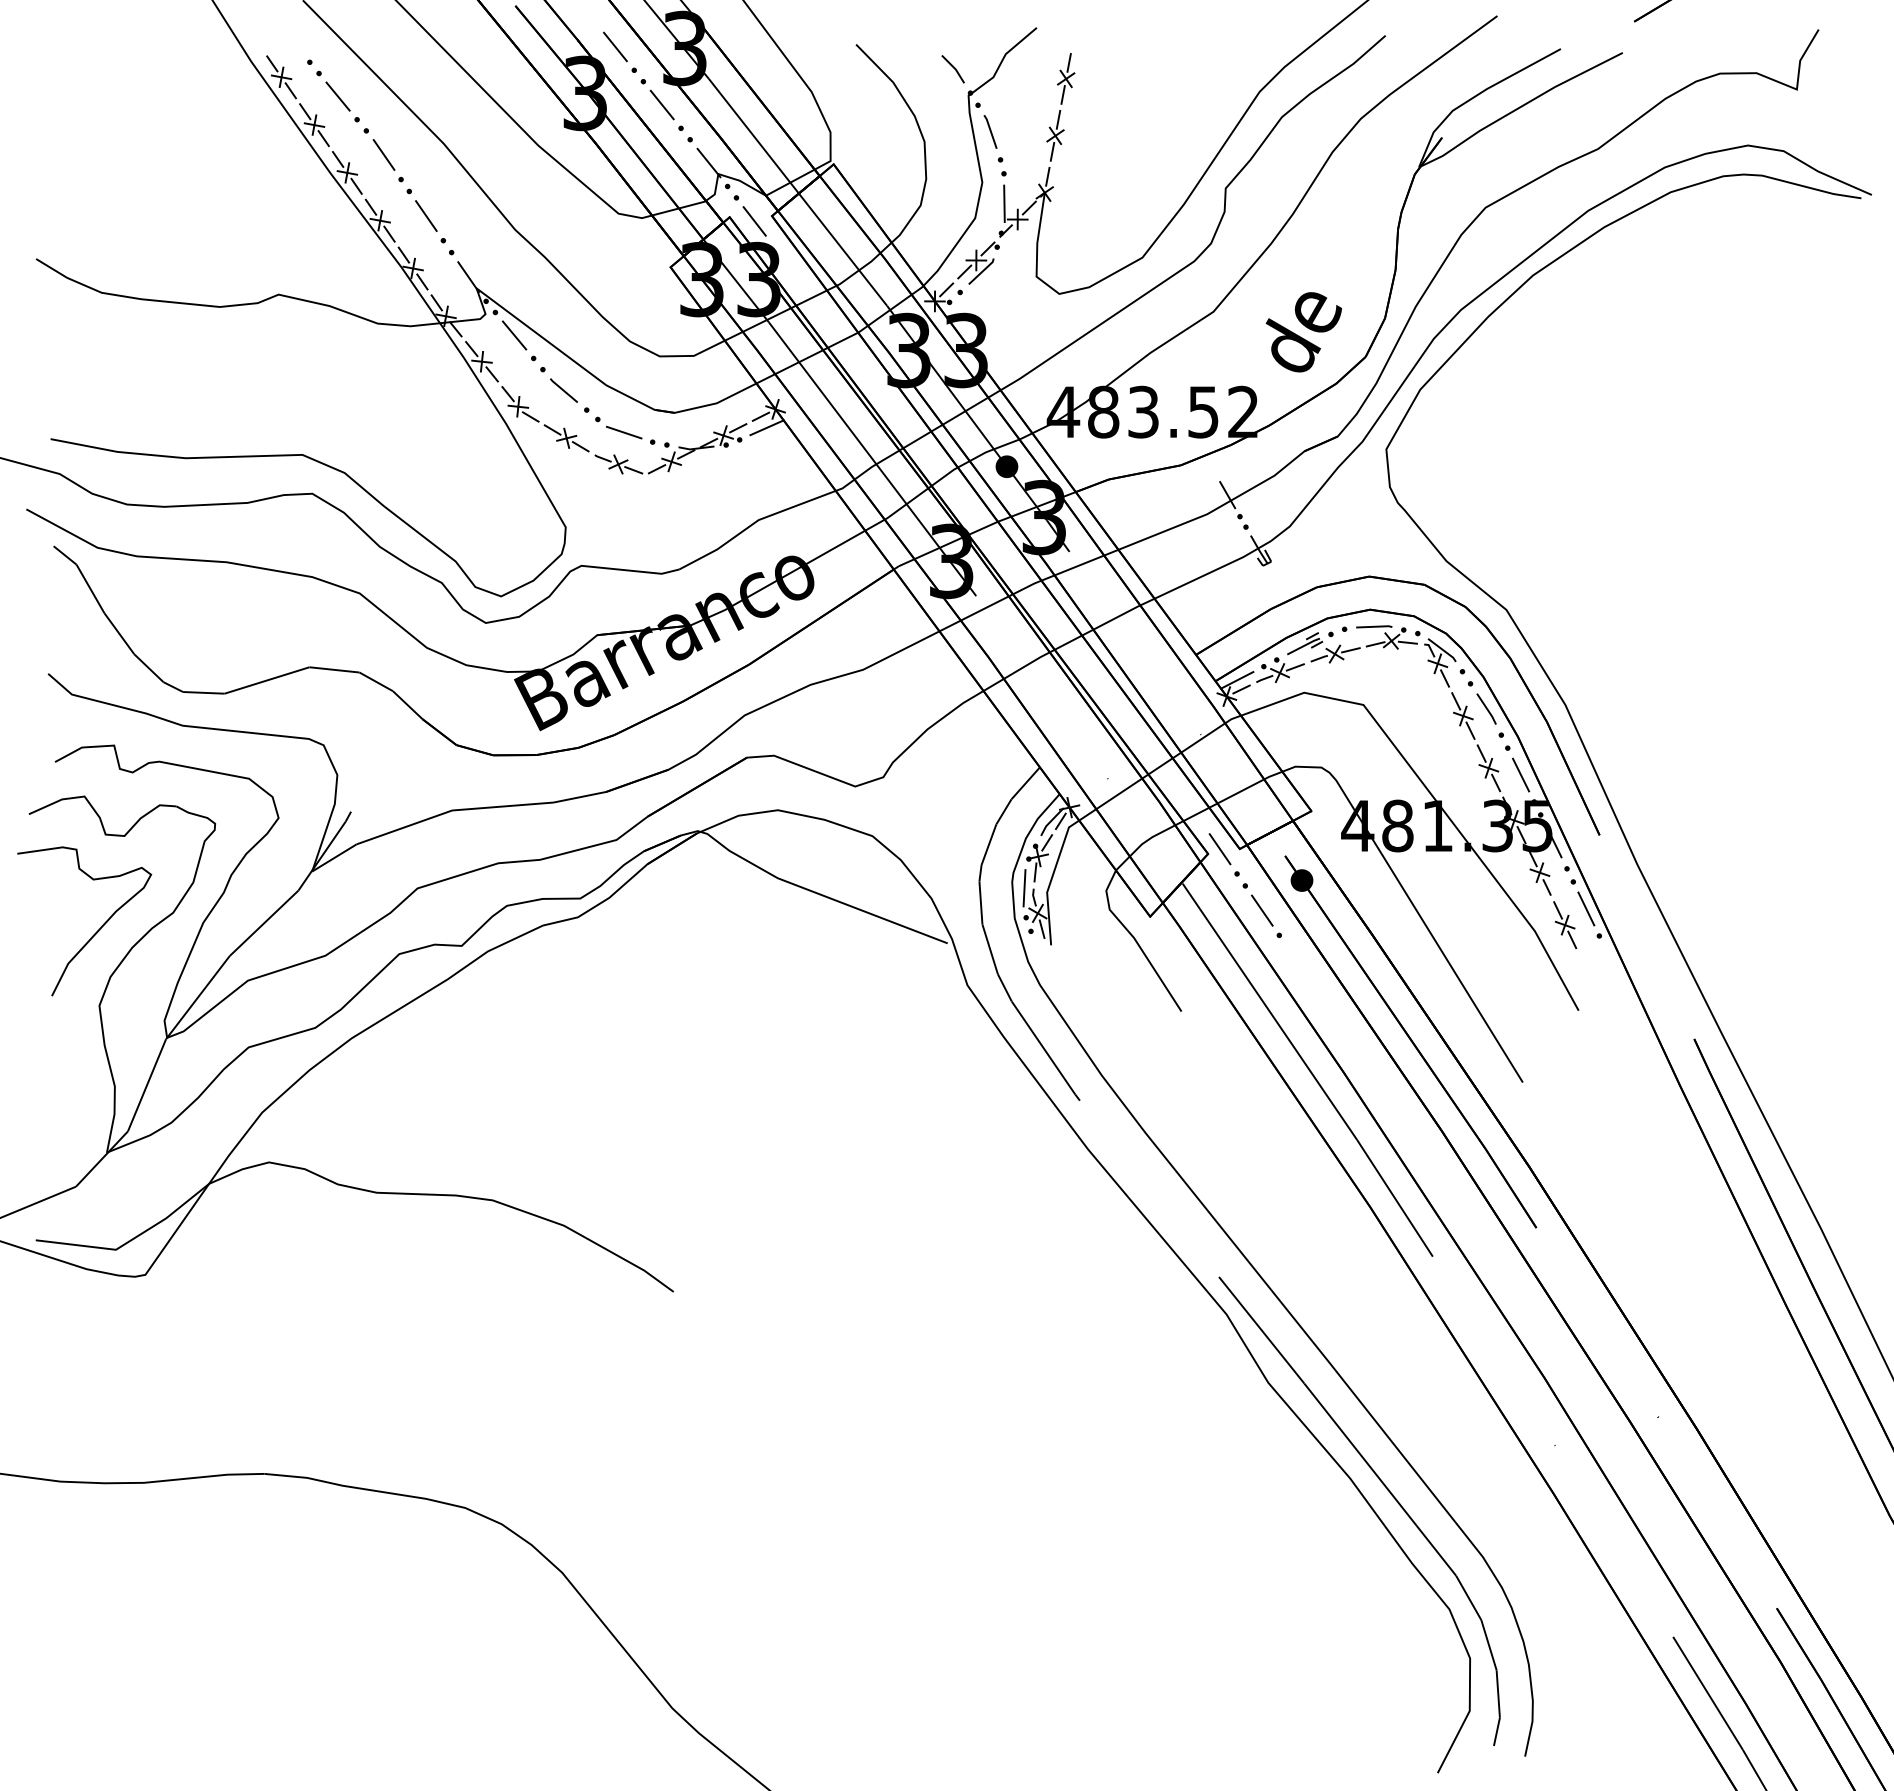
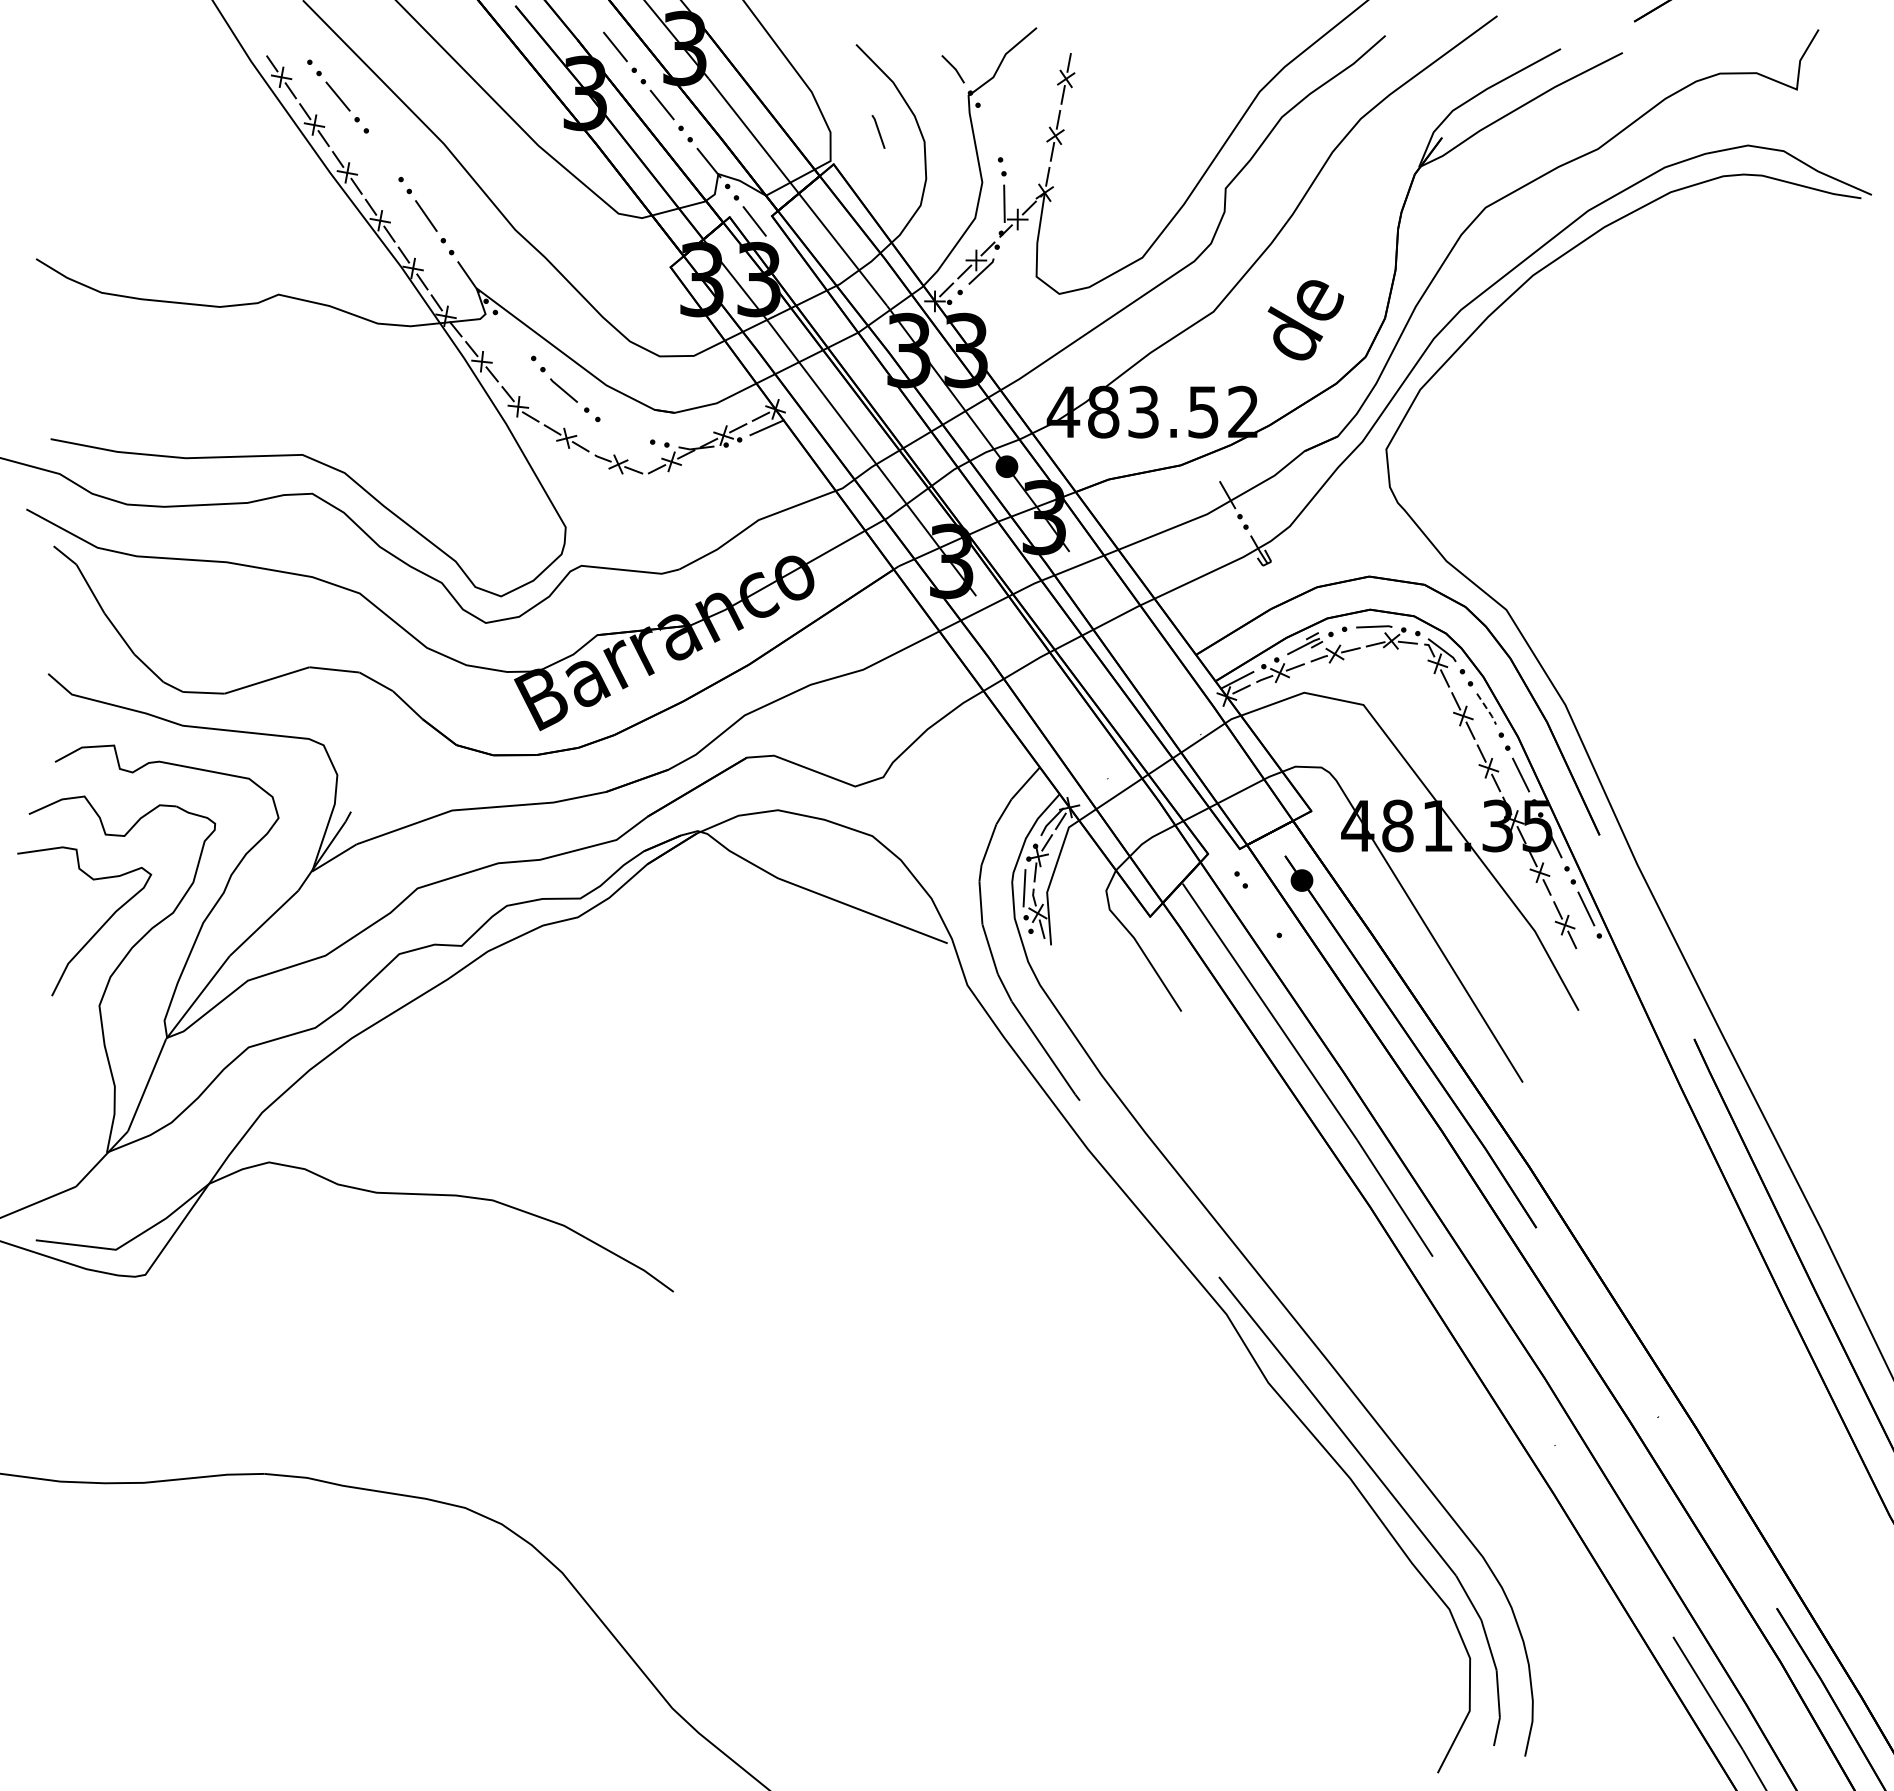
line at (990, 131) position: (990, 131) -> (878, 131)
line at (383, 154): present -> none
text at (1303, 332) position: (1303, 332) -> (1305, 320)
line at (514, 335): present -> none
line at (623, 432): present -> none
line at (1487, 709): solid -> dashed
line at (1219, 849): present -> none
line at (1262, 910): present -> none
